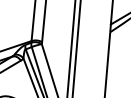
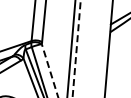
line at (76, 48): solid -> dashed
line at (50, 70): solid -> dashed
